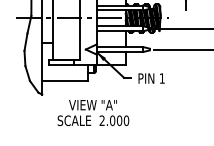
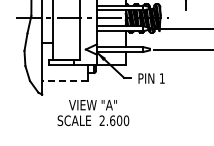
line at (65, 80): solid -> dashed
text at (112, 120): 2.000 -> 2.600
